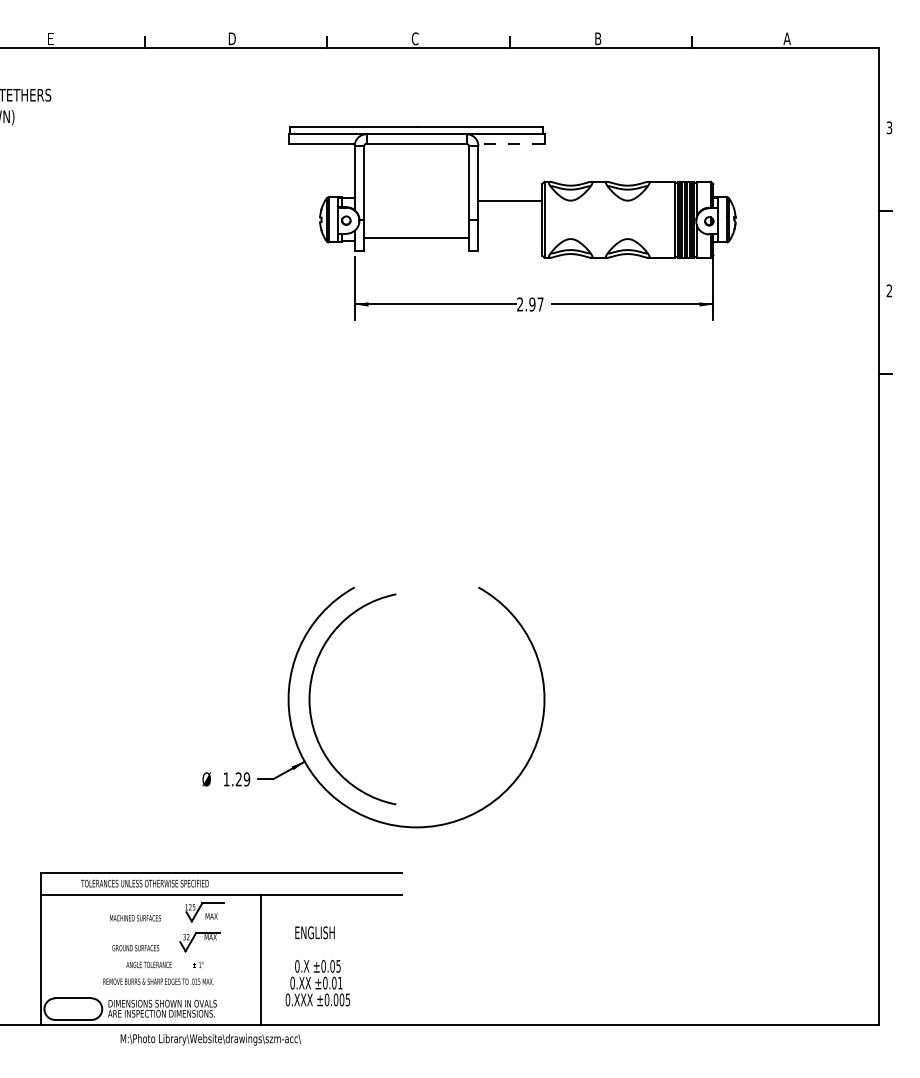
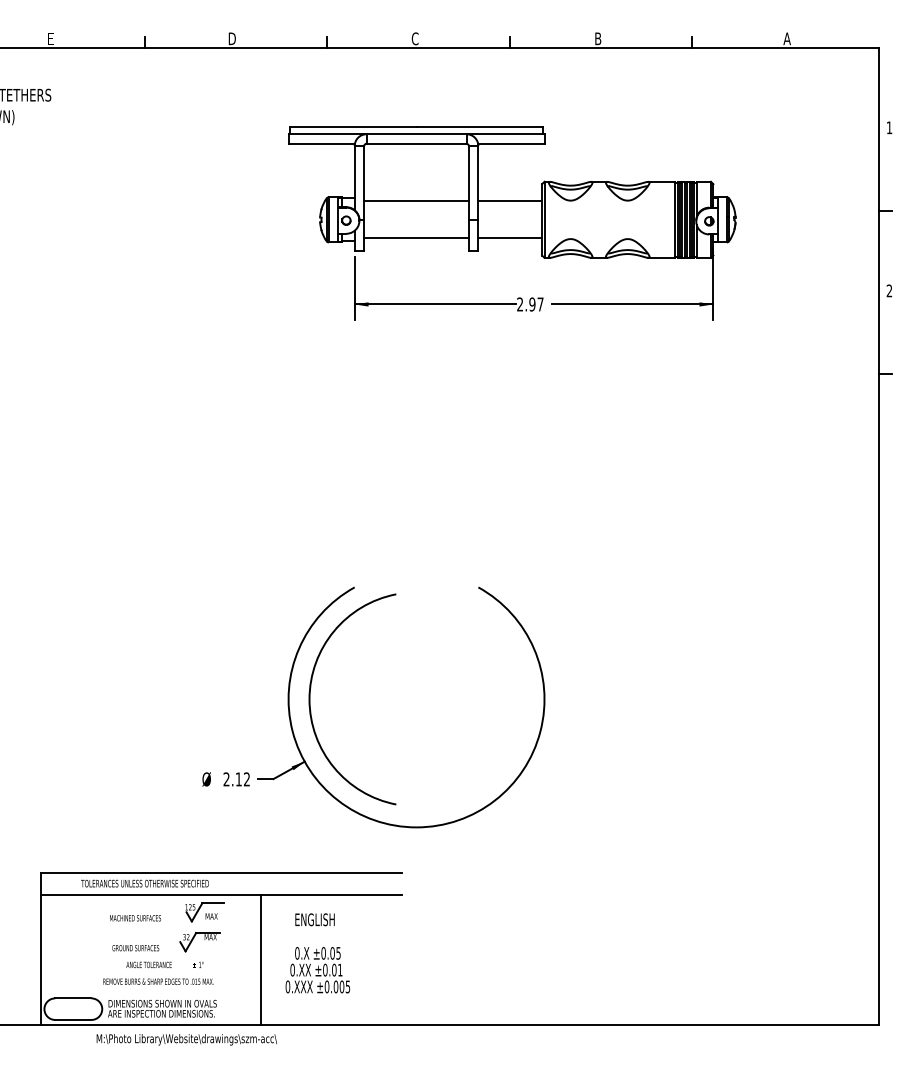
text at (889, 127): 3 -> 1
line at (510, 143): dashed -> solid
line at (416, 201): none -> present
line at (510, 238): none -> present
text at (236, 779): 1.29 -> 2.12
part at (317, 966) position: (317, 966) -> (317, 953)
text at (210, 1039) position: (210, 1039) -> (186, 1039)
